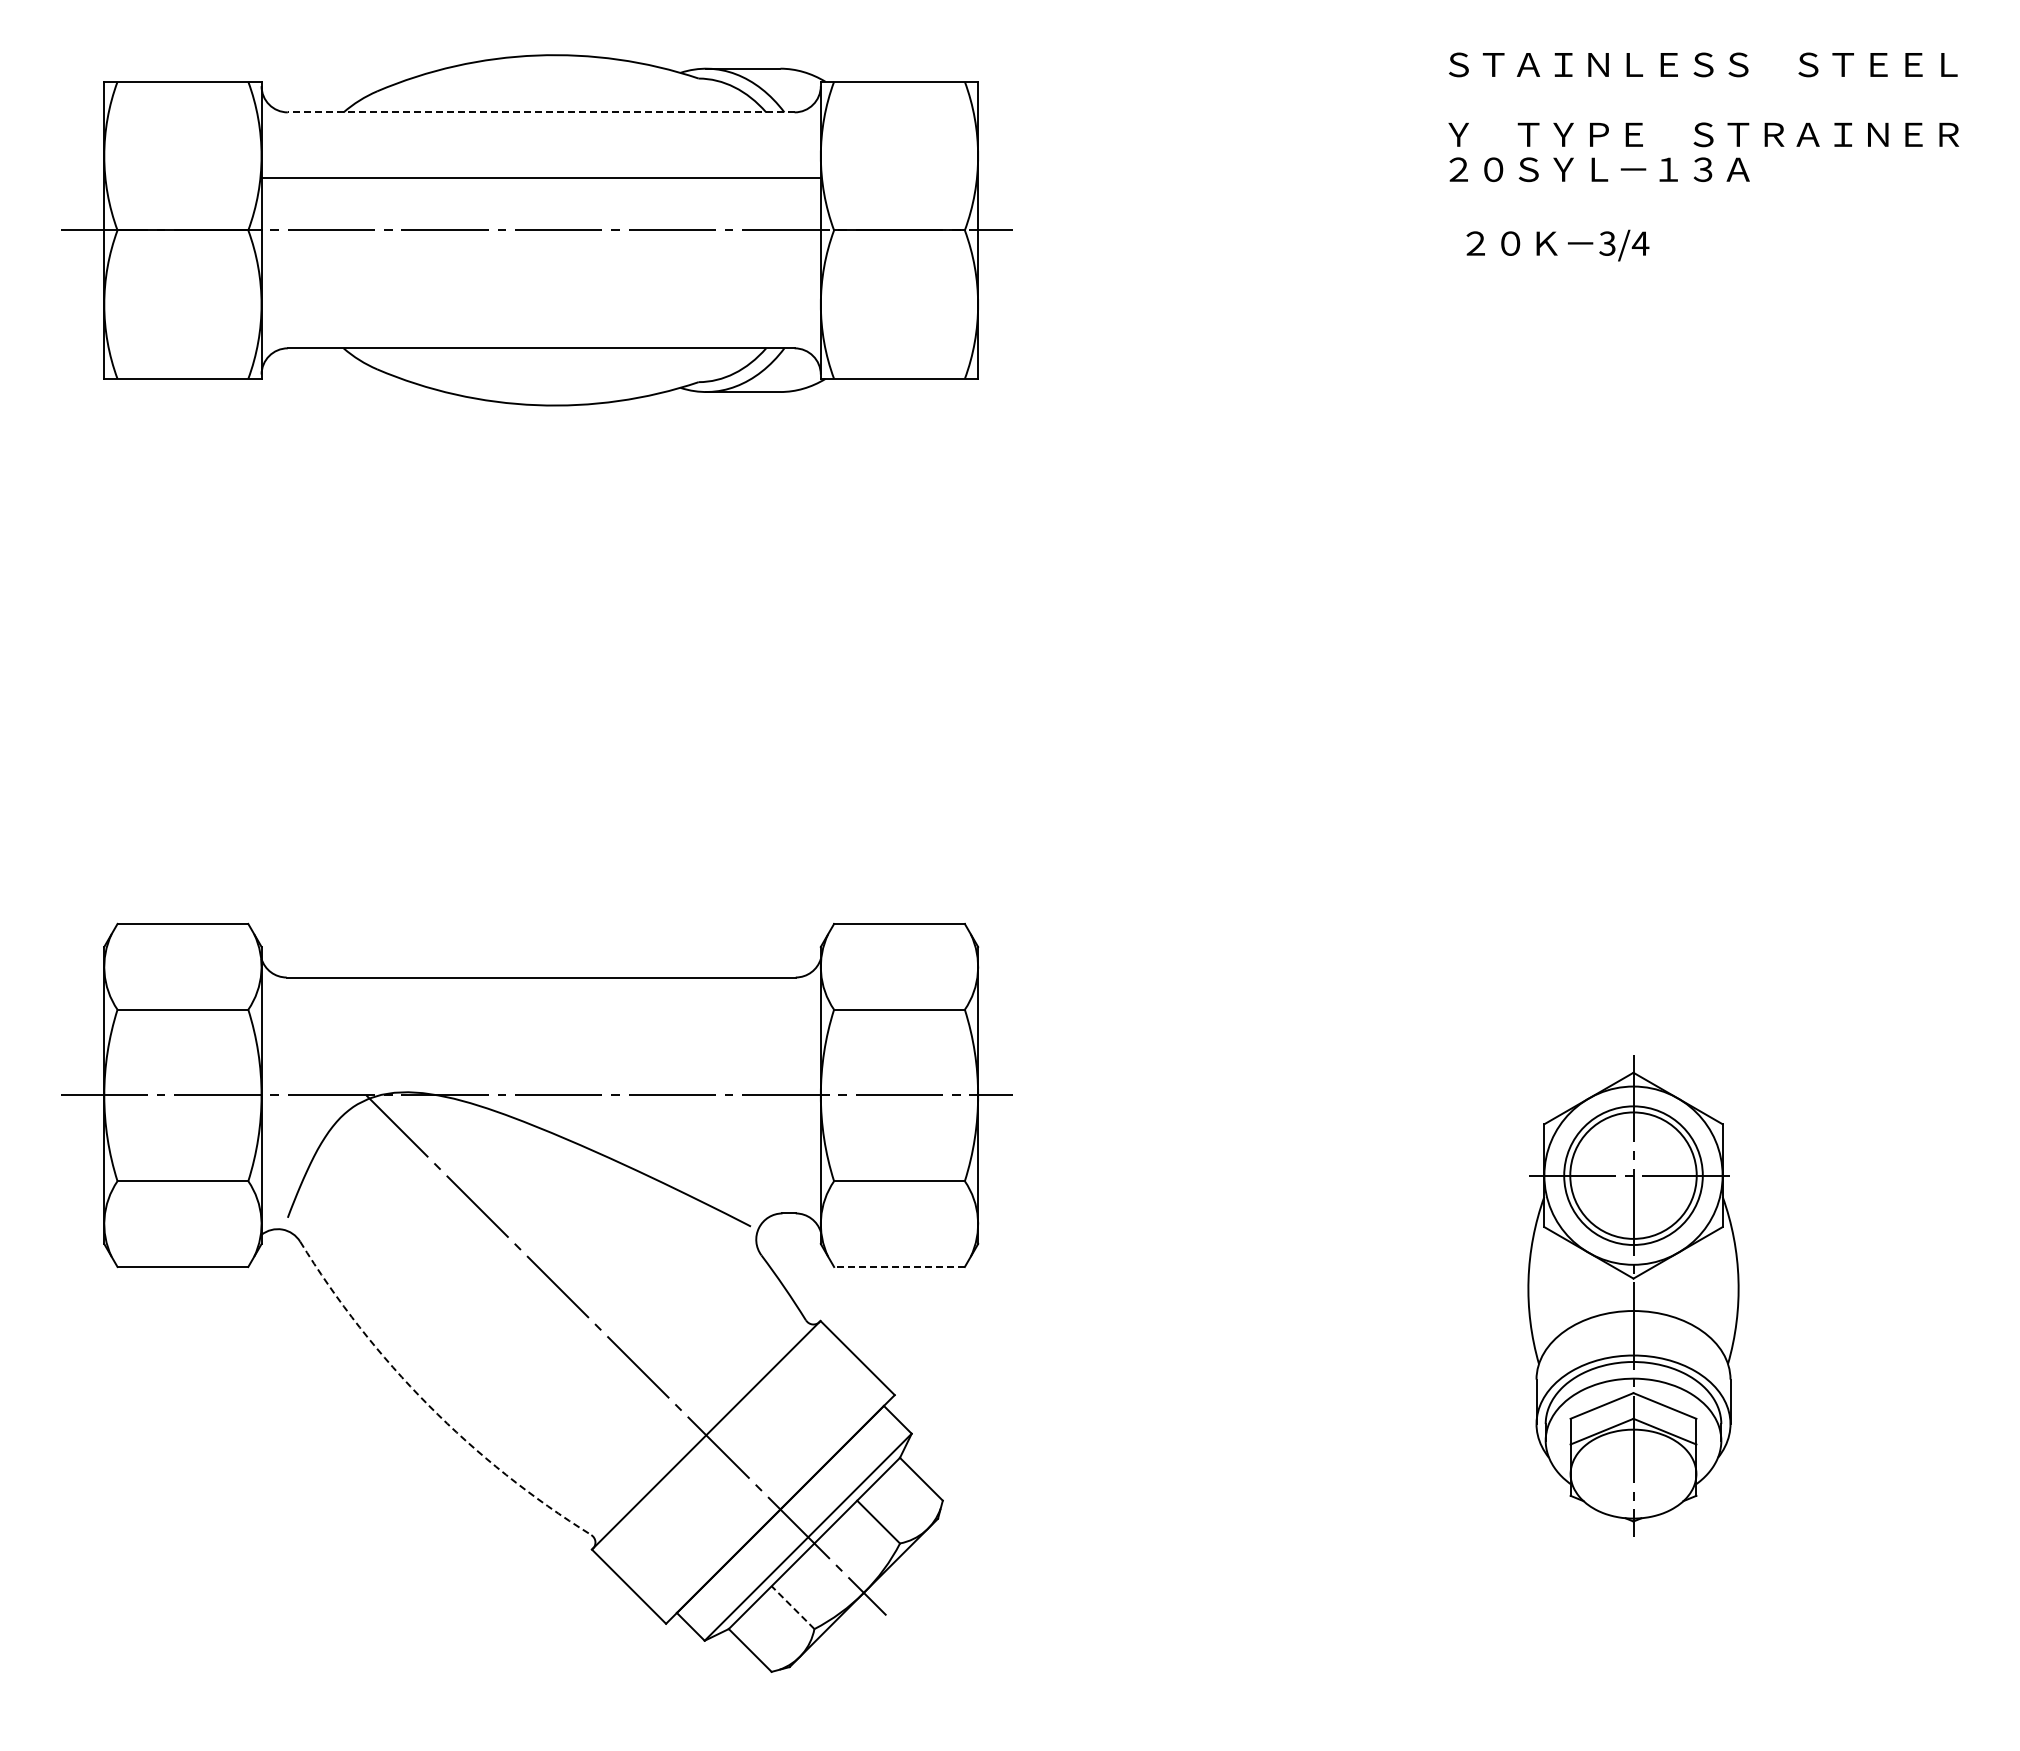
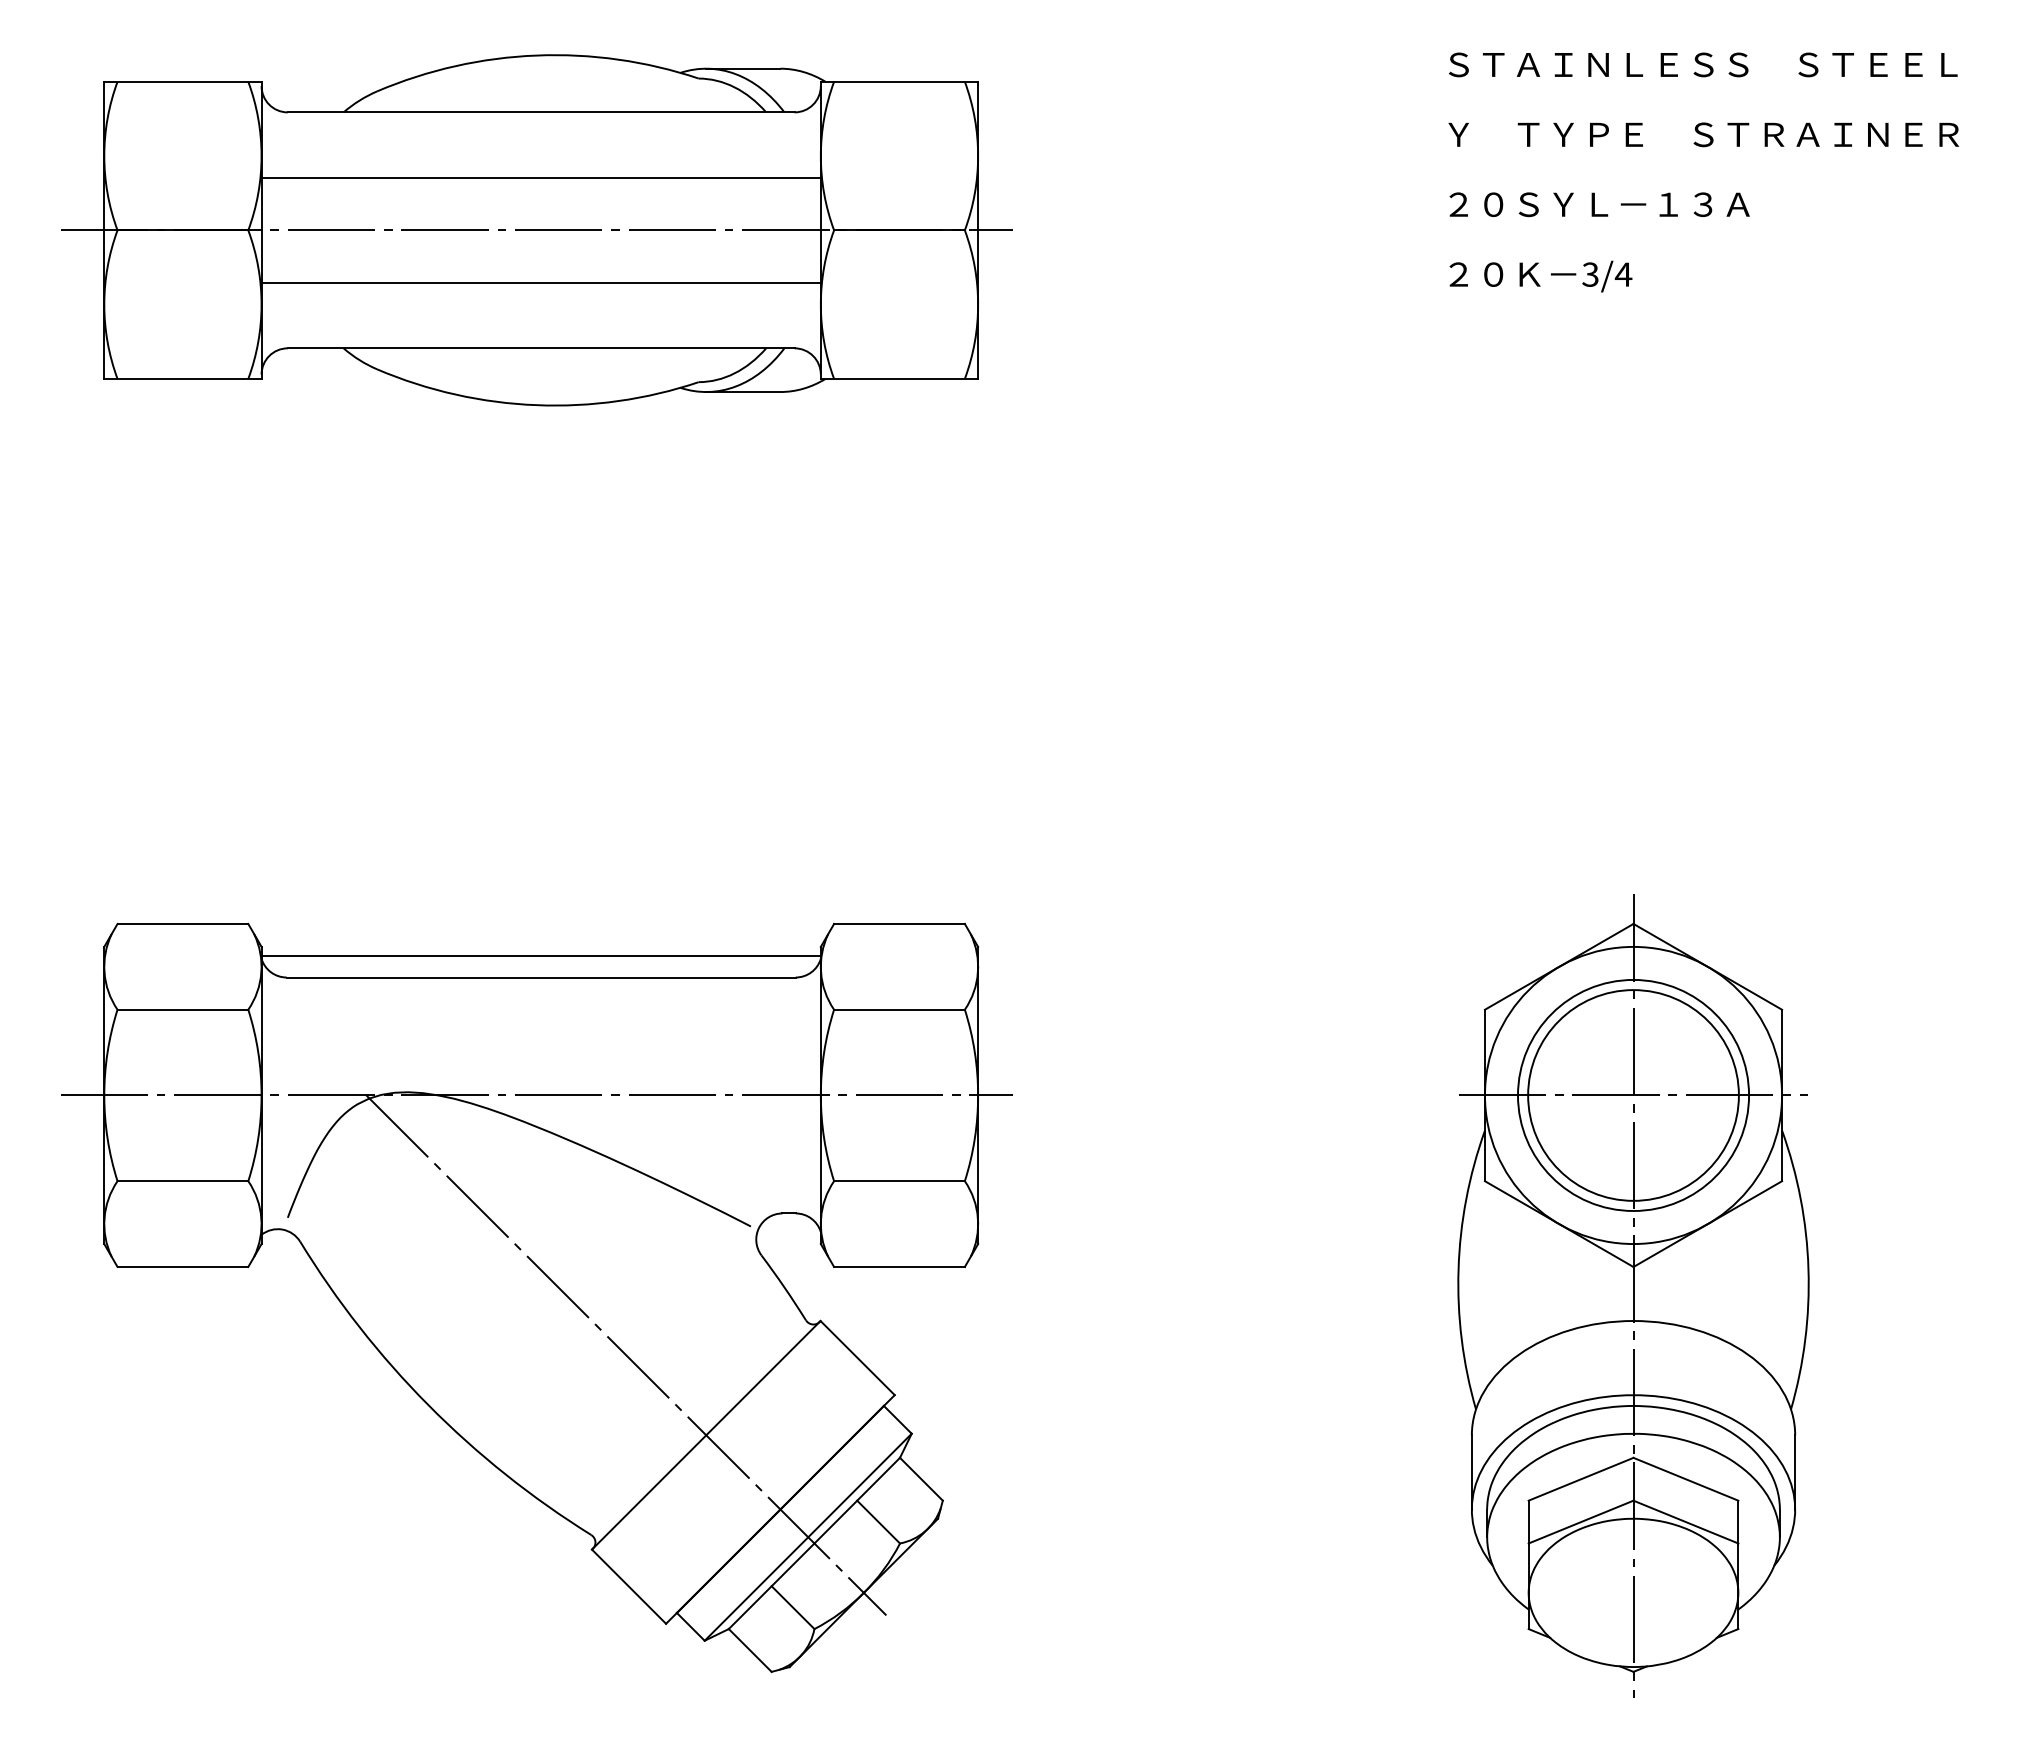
line at (540, 112): dashed -> solid
text at (1599, 169) position: (1599, 169) -> (1599, 204)
text at (1557, 245) position: (1557, 245) -> (1540, 276)
line at (540, 282): none -> present
line at (540, 955): none -> present
line at (898, 1267): dashed -> solid
part at (1633, 1295) size: 213x482 px -> 353x804 px
arc at (428, 1405): dashed -> solid
line at (792, 1607): dashed -> solid
